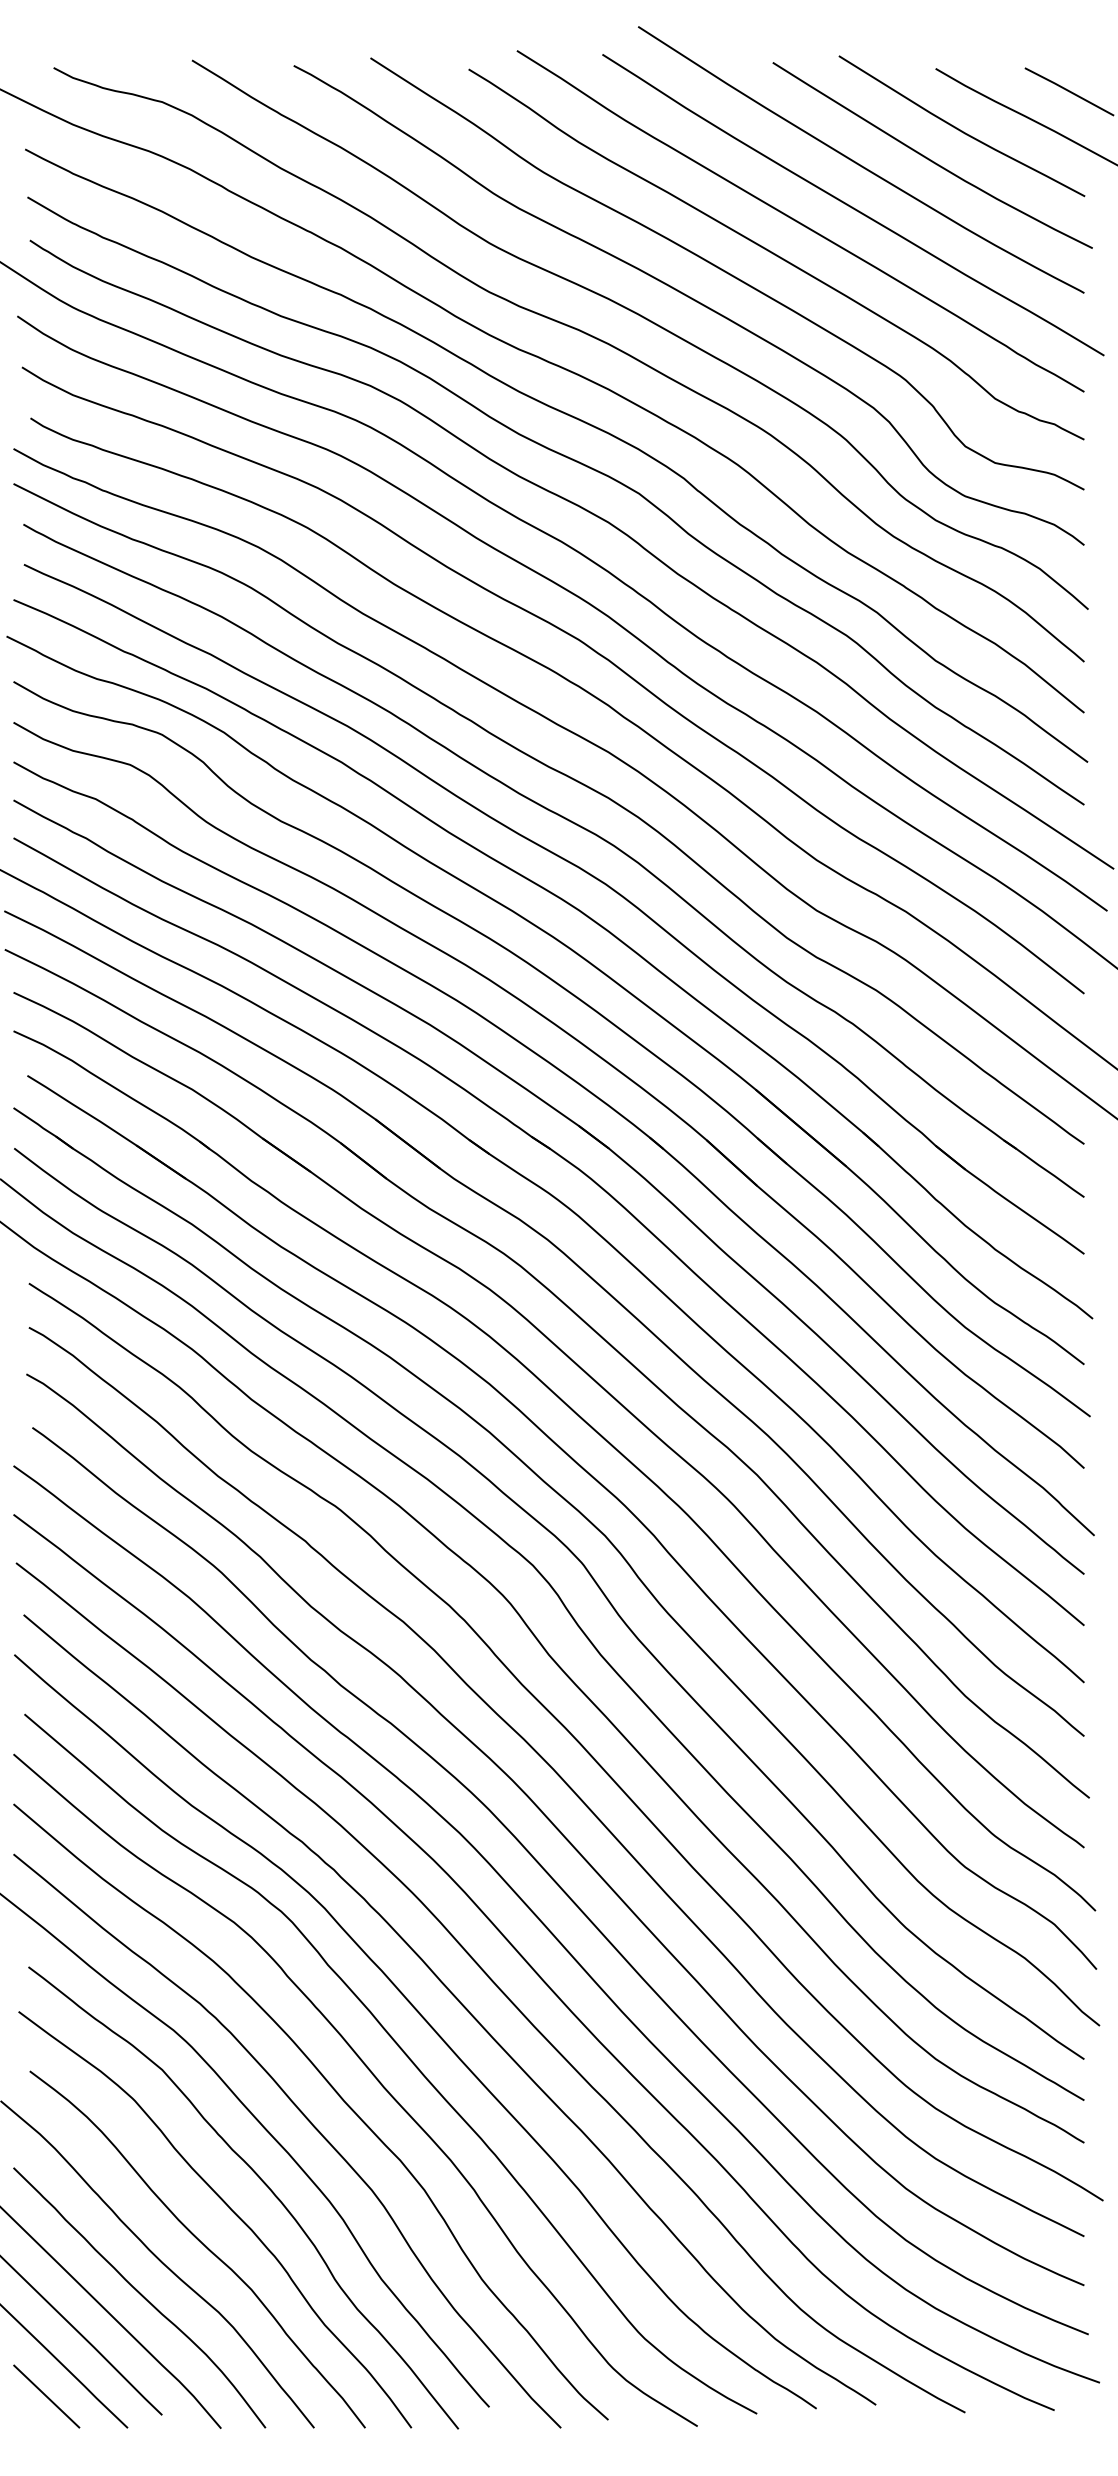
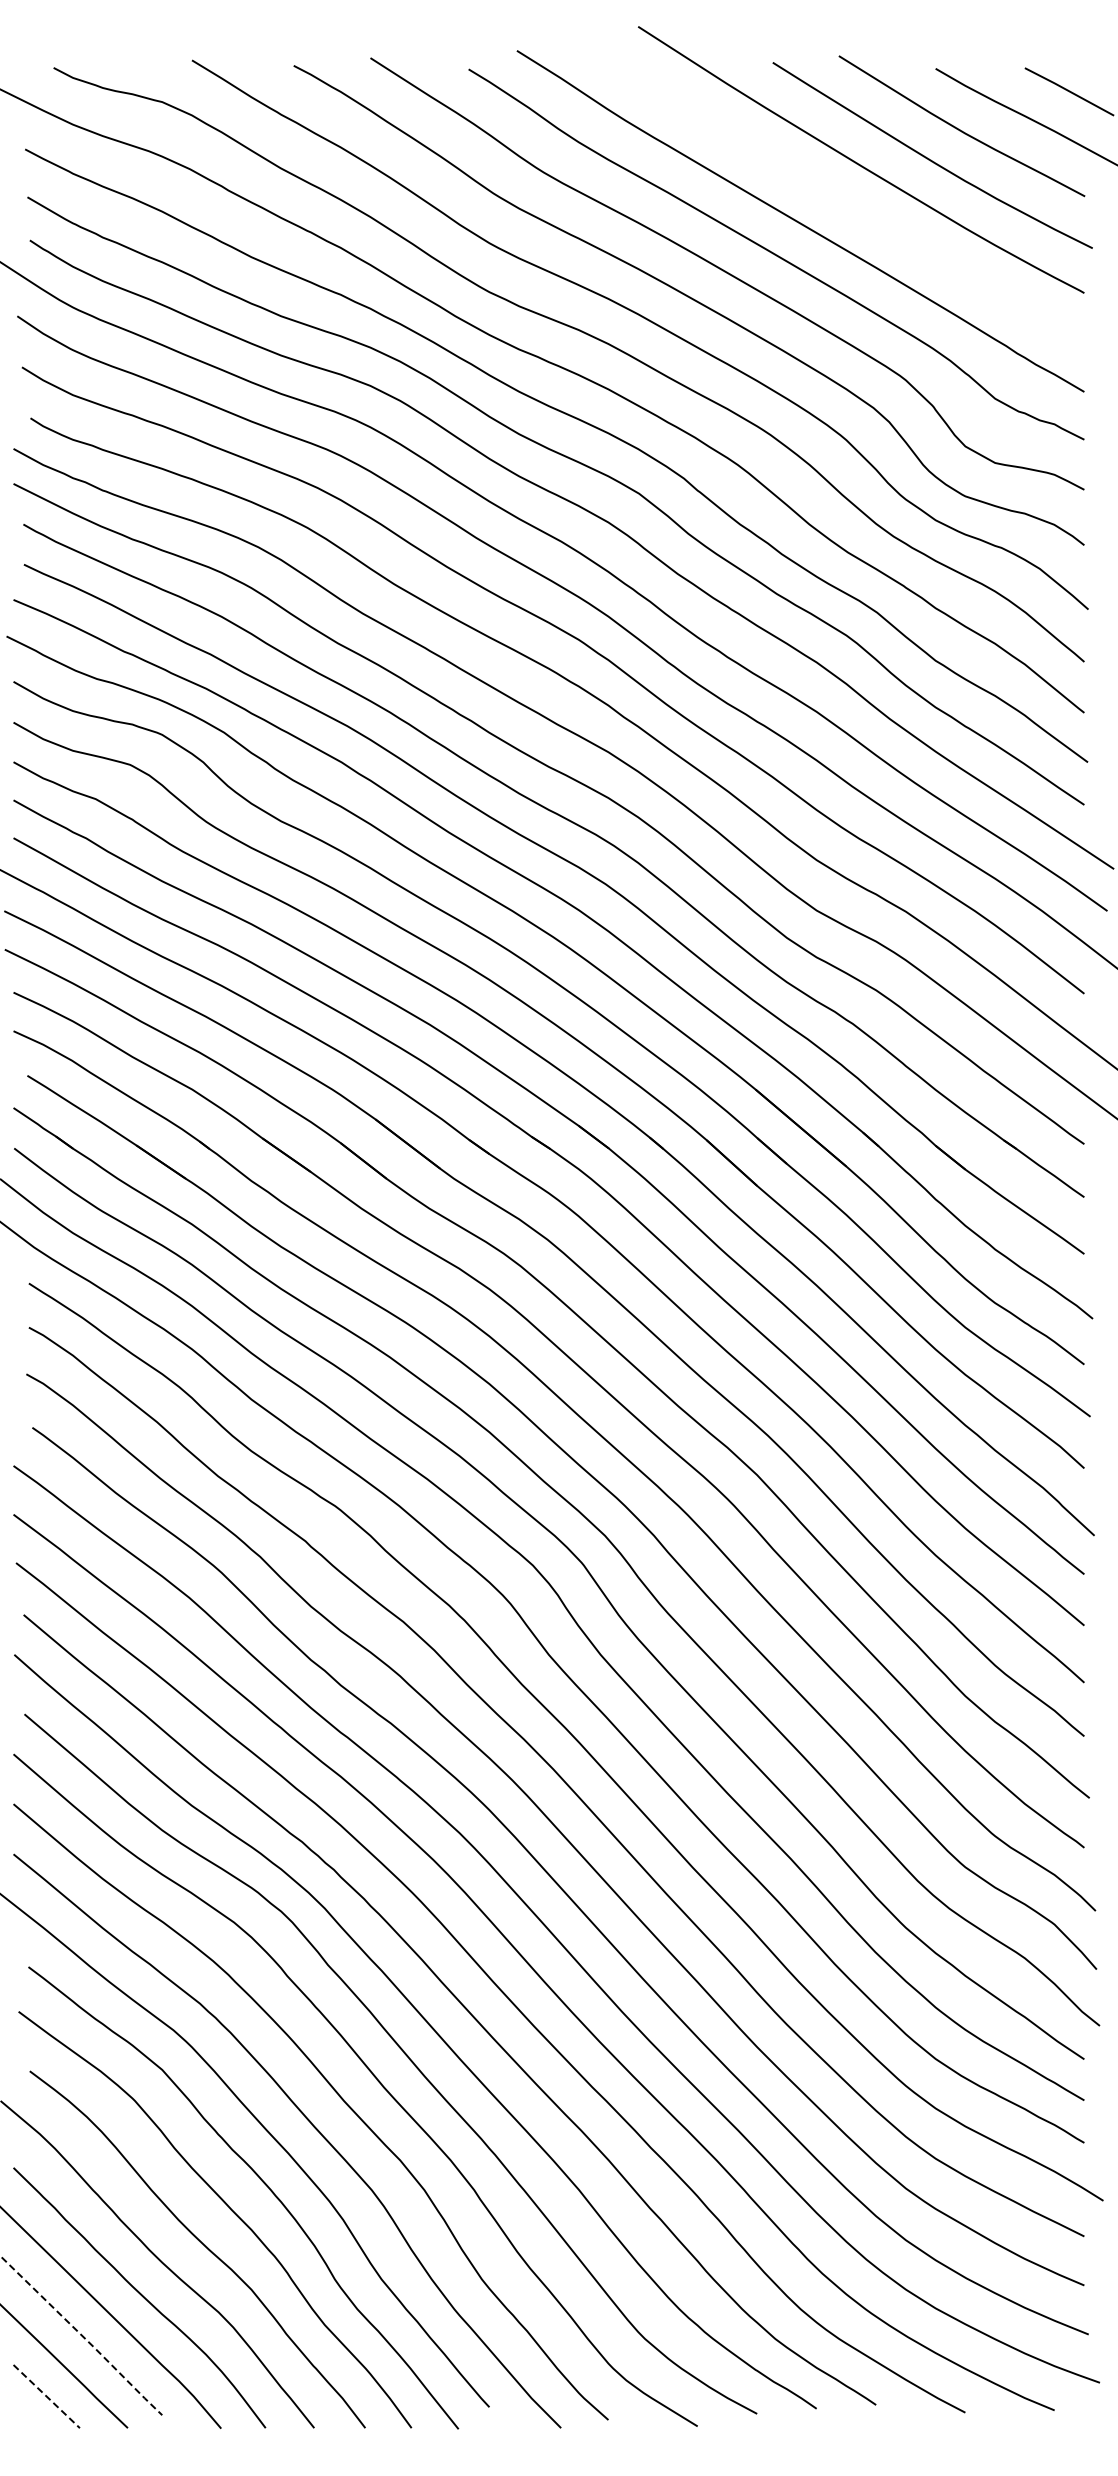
curve at (852, 206): present -> none
line at (82, 2336): solid -> dashed
line at (46, 2396): solid -> dashed
